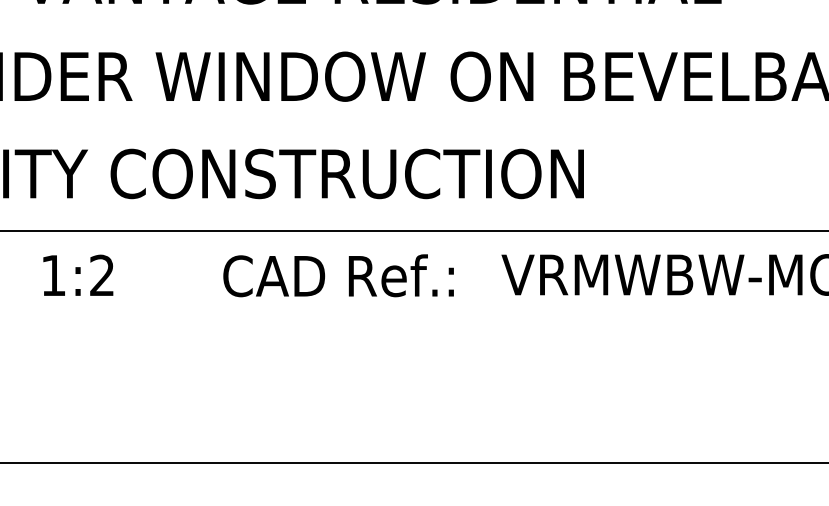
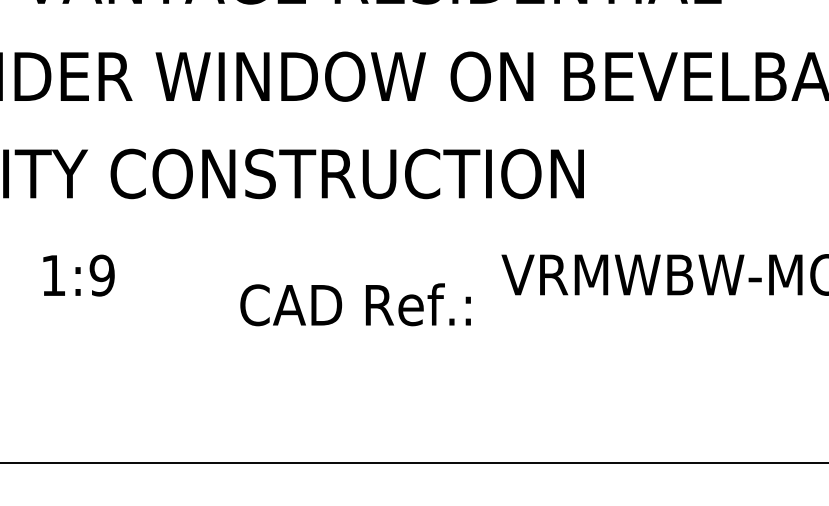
line at (413, 231): present -> none
text at (101, 275): 1:2 -> 1:9
text at (338, 275) position: (338, 275) -> (355, 304)
